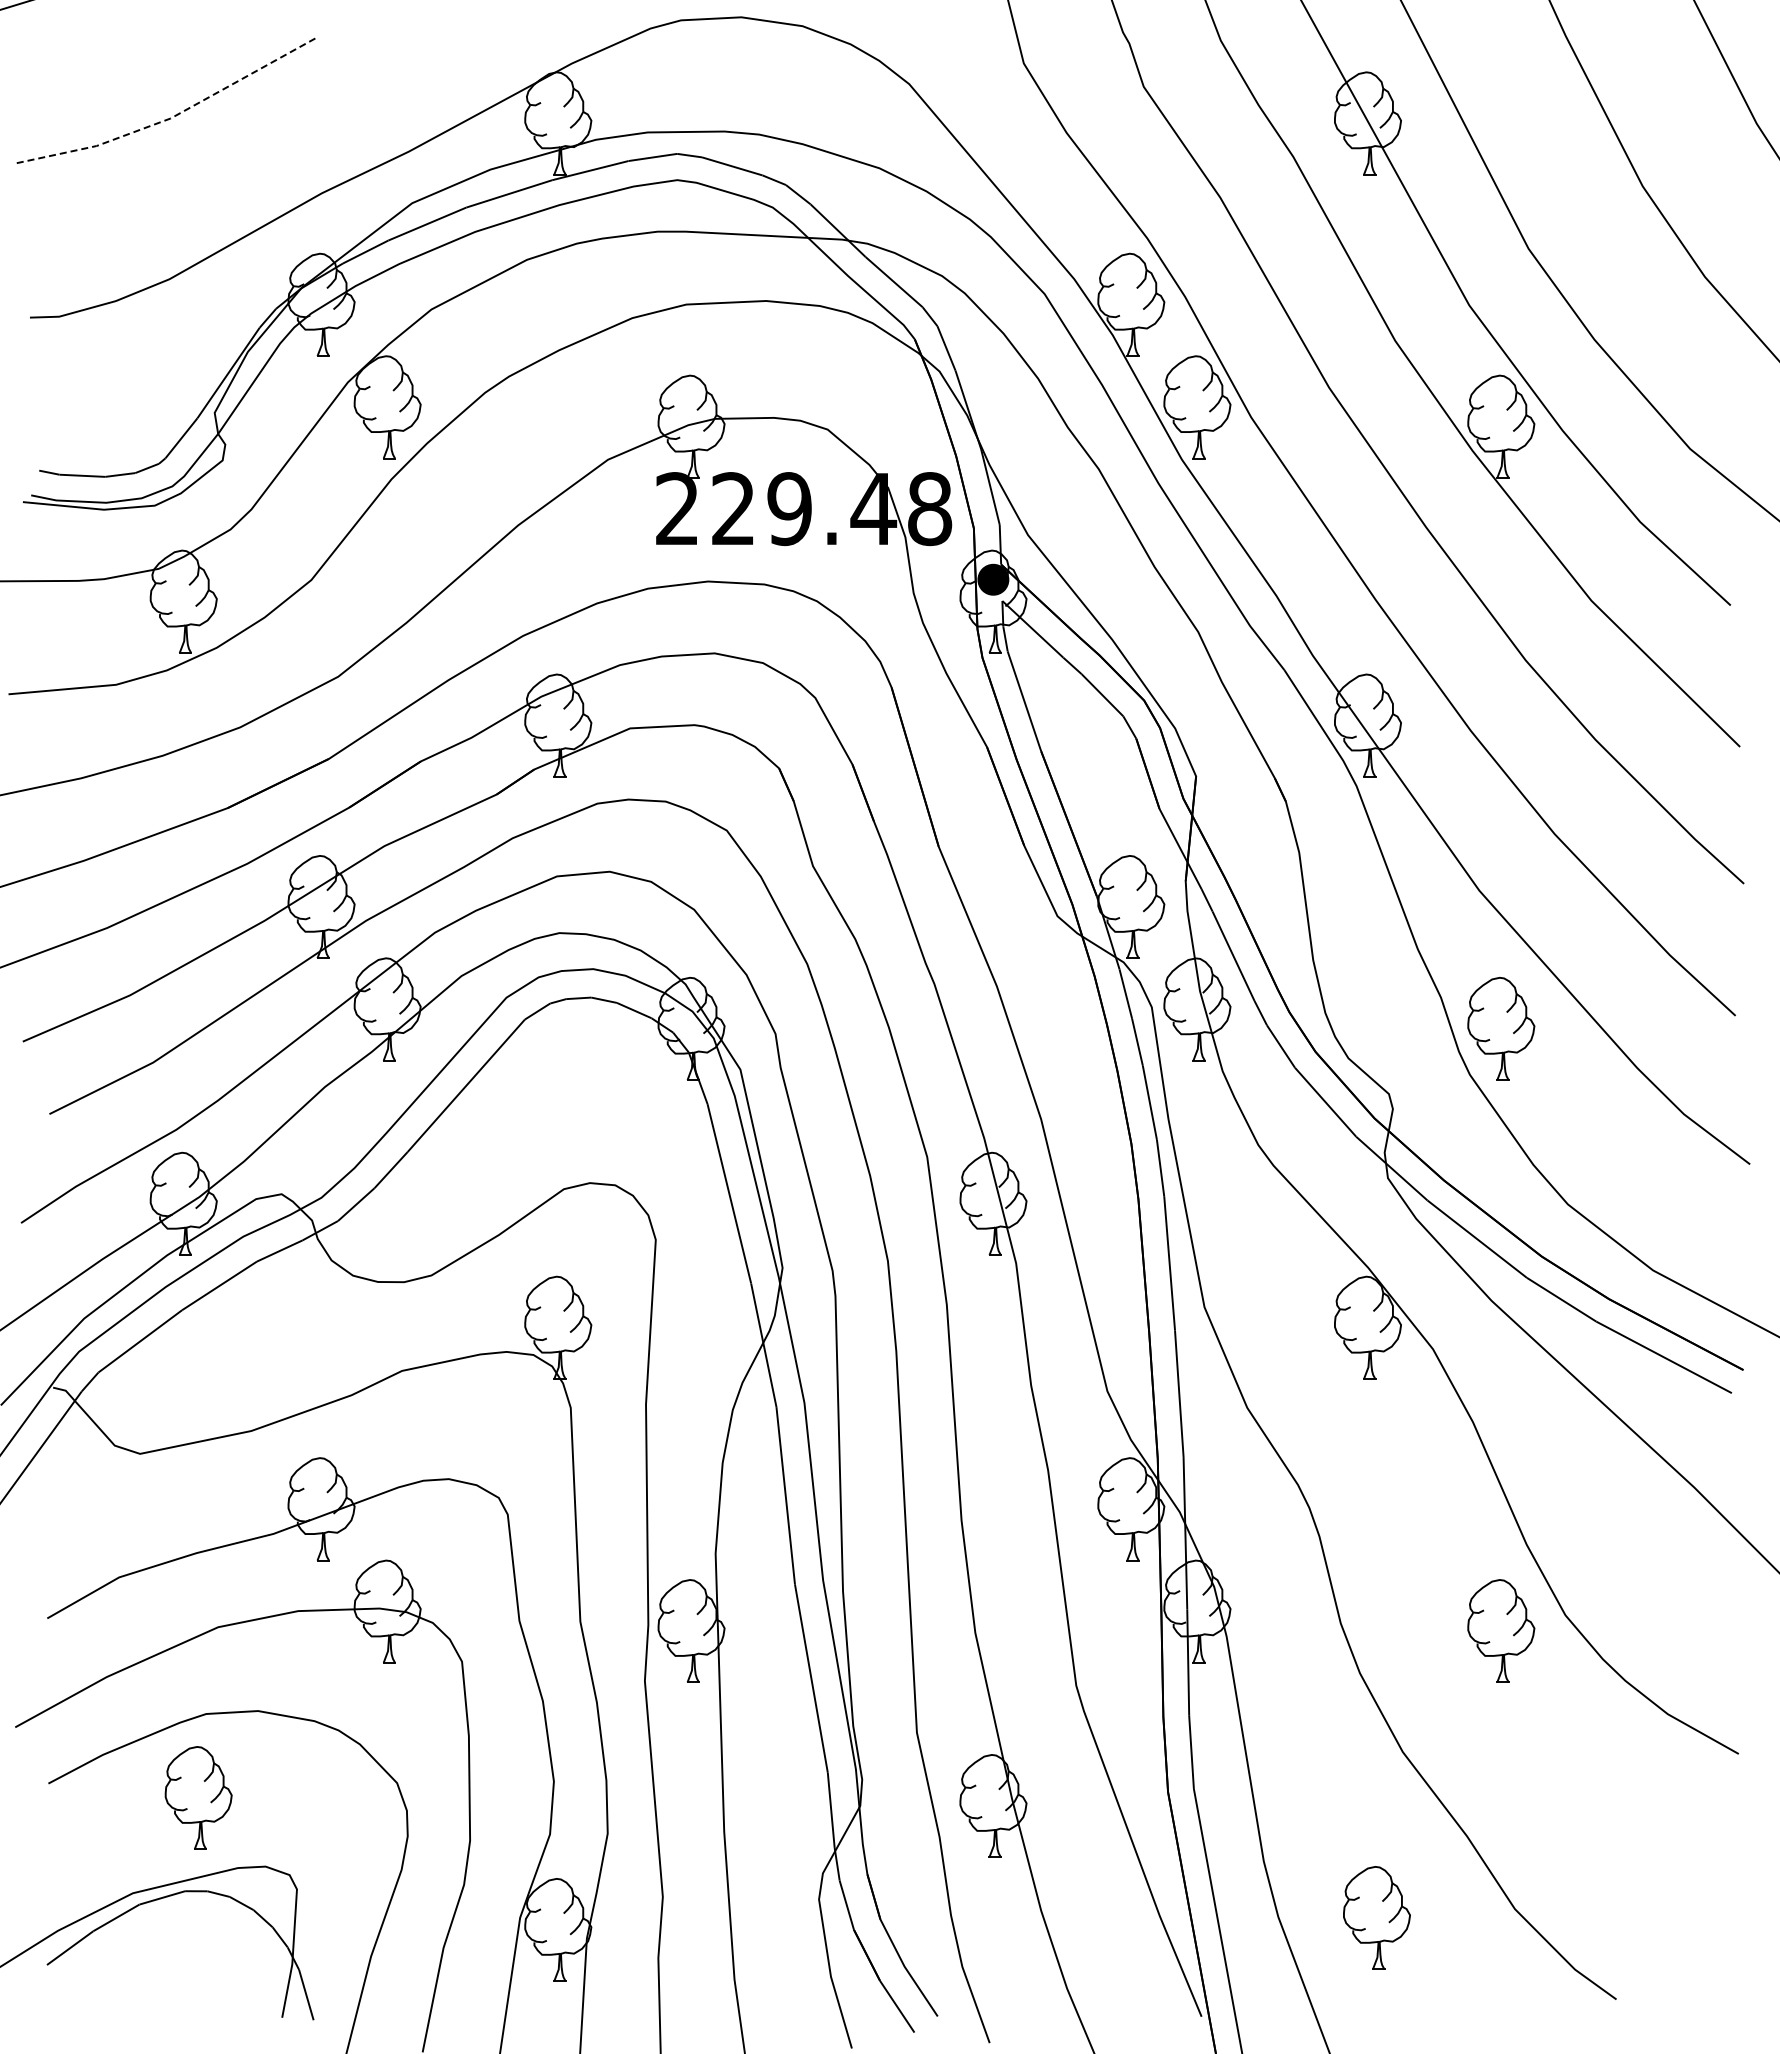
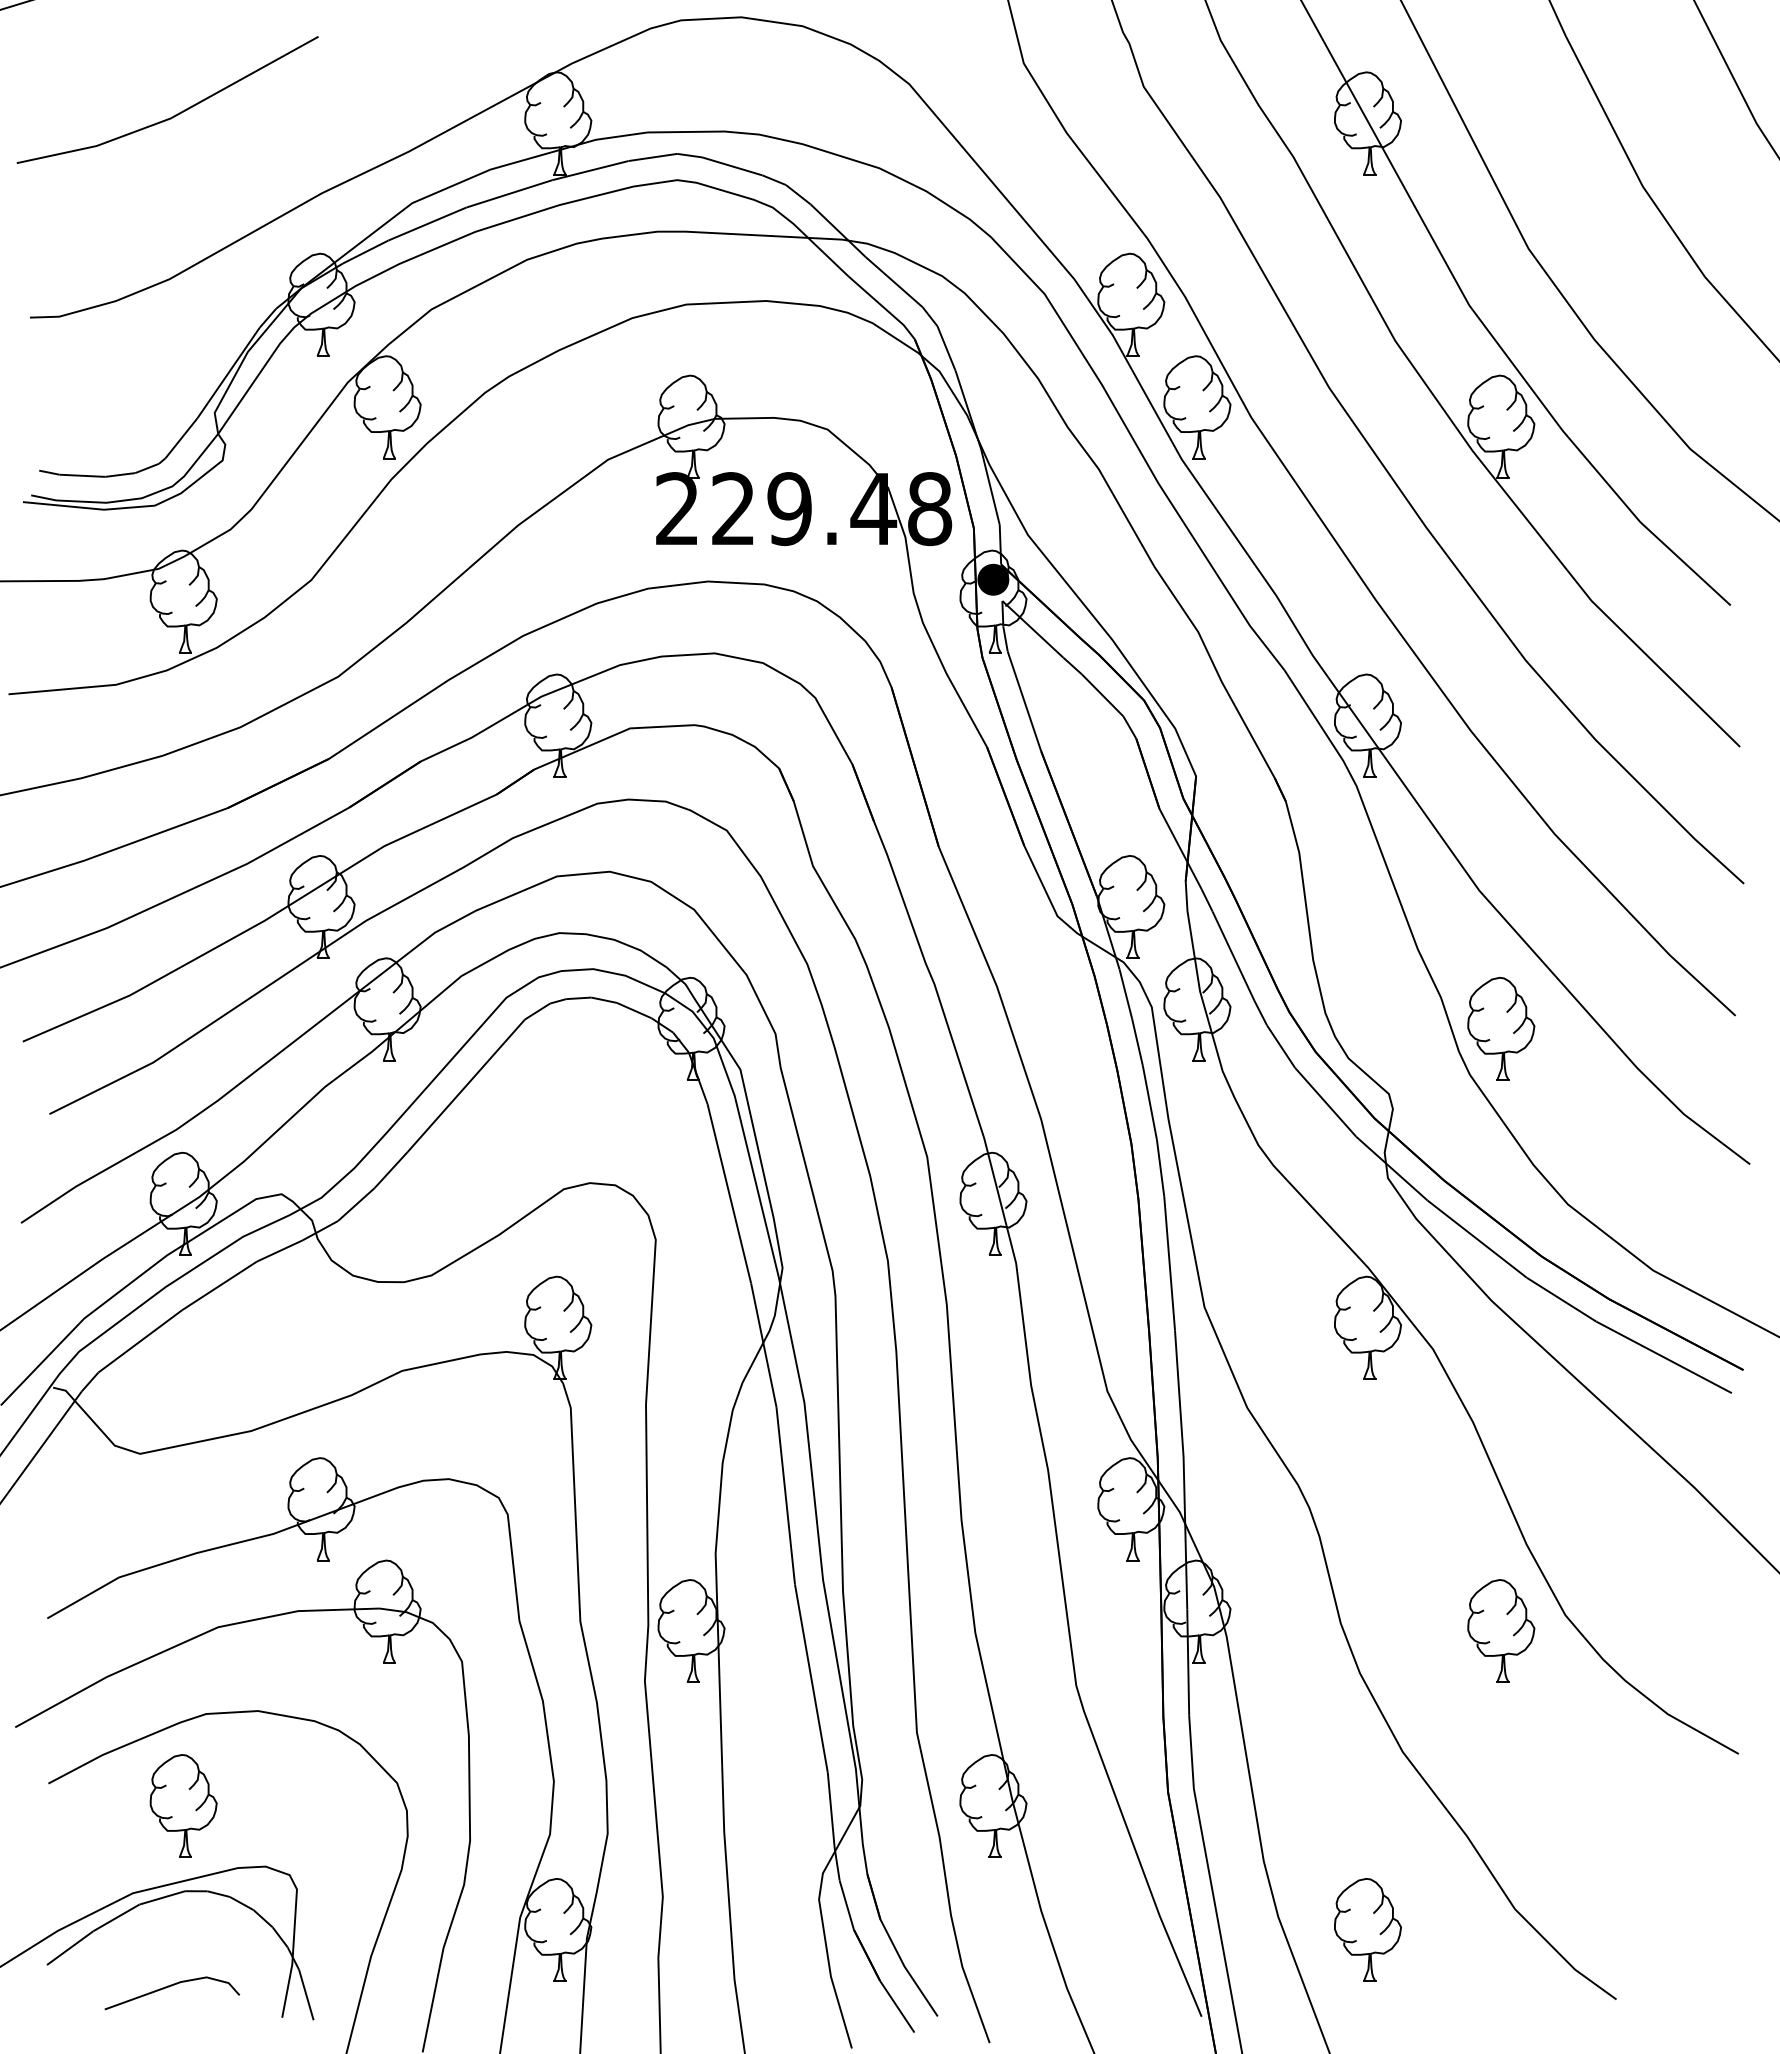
line at (173, 117): dashed -> solid
part at (198, 1797) position: (198, 1797) -> (183, 1805)
part at (1376, 1917) position: (1376, 1917) -> (1367, 1929)
line at (169, 1987): none -> present
